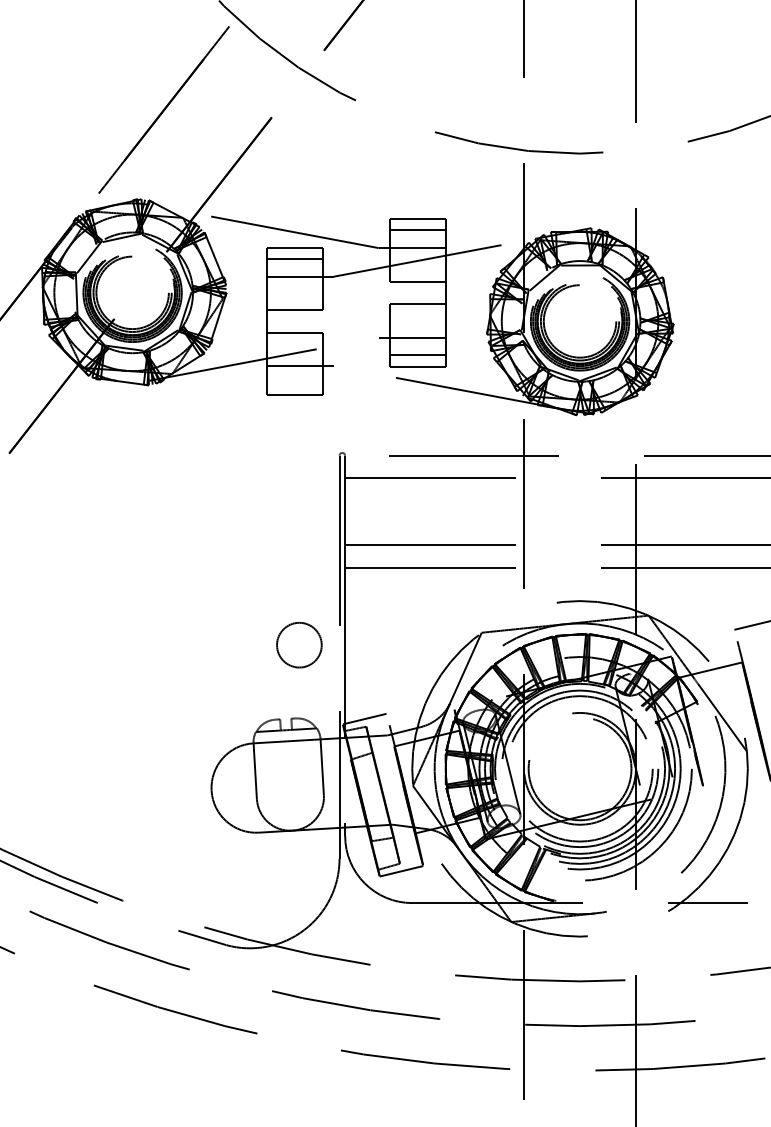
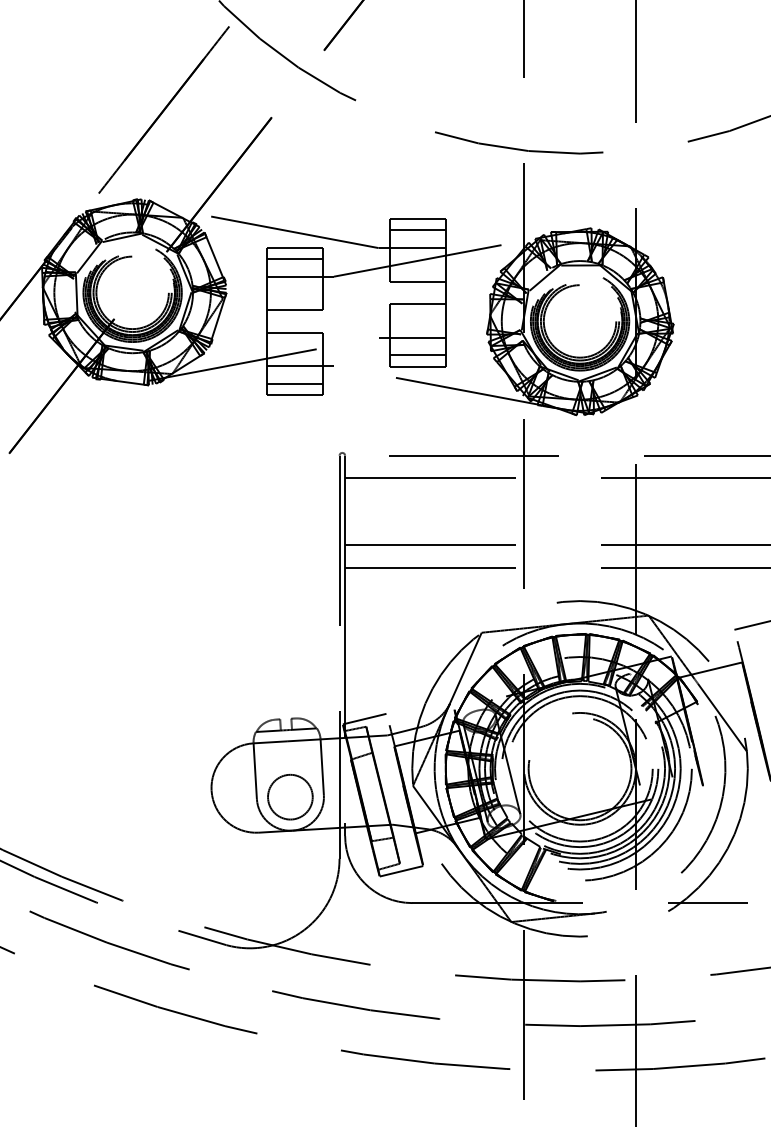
line at (294, 384): none -> present
circle at (299, 644) position: (299, 644) -> (290, 796)
